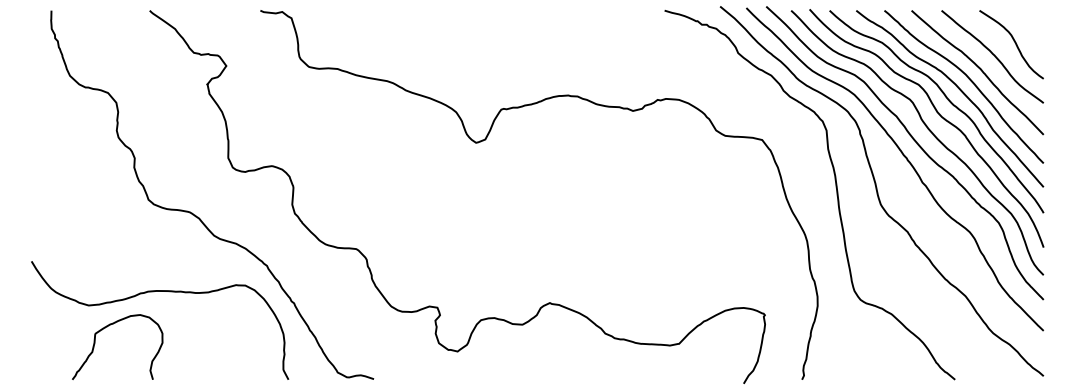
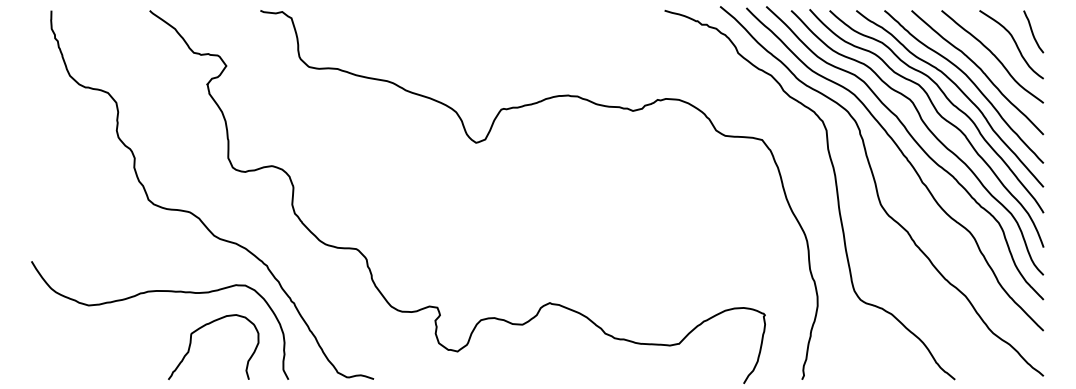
curve at (1032, 31): none -> present
curve at (107, 327) position: (107, 327) -> (203, 327)
